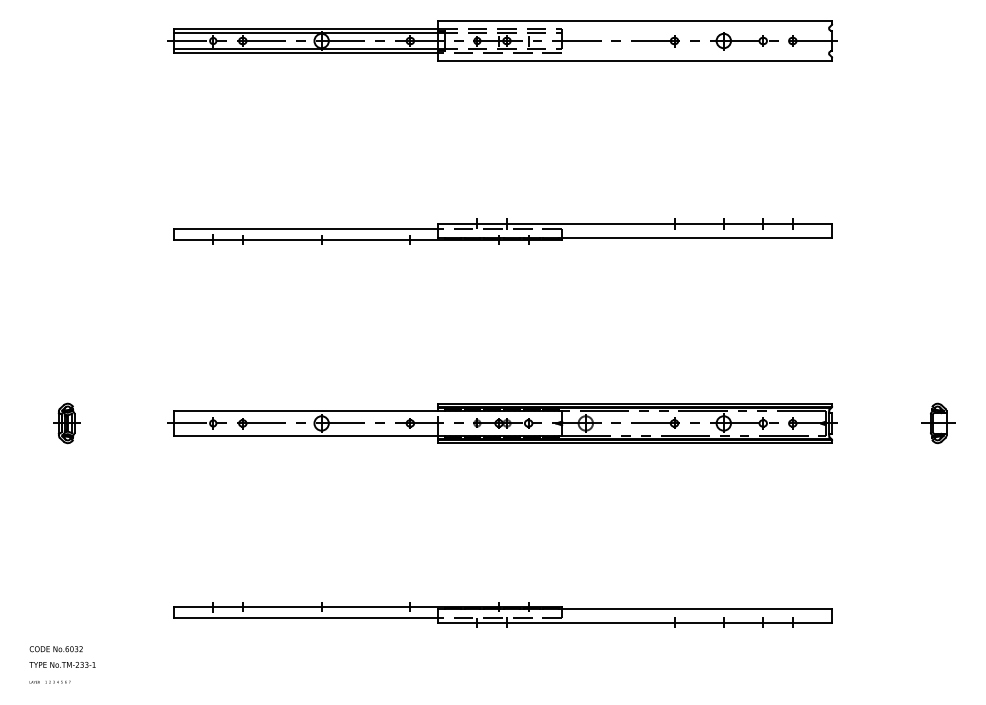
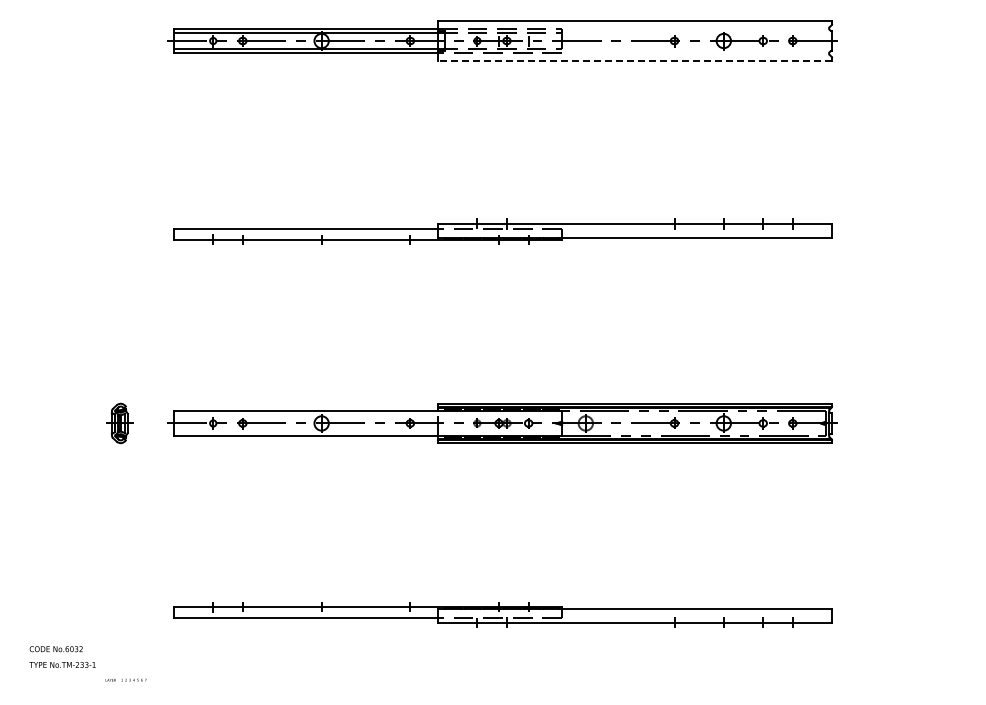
line at (634, 60): solid -> dashed
part at (938, 422): present -> none
part at (66, 423) position: (66, 423) -> (119, 423)
text at (49, 681) position: (49, 681) -> (125, 679)
